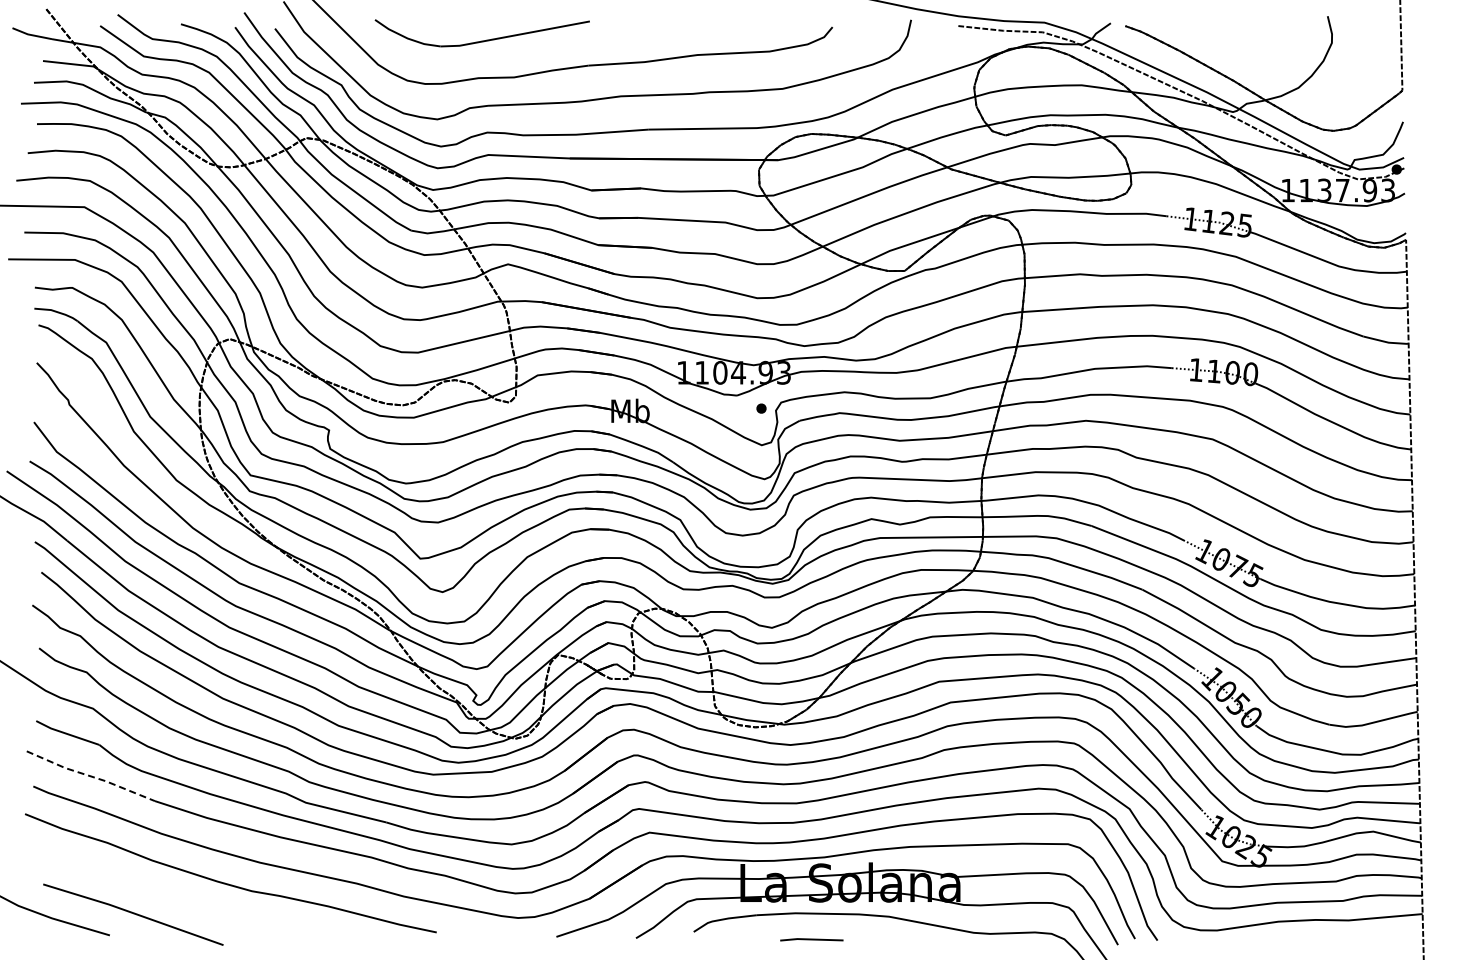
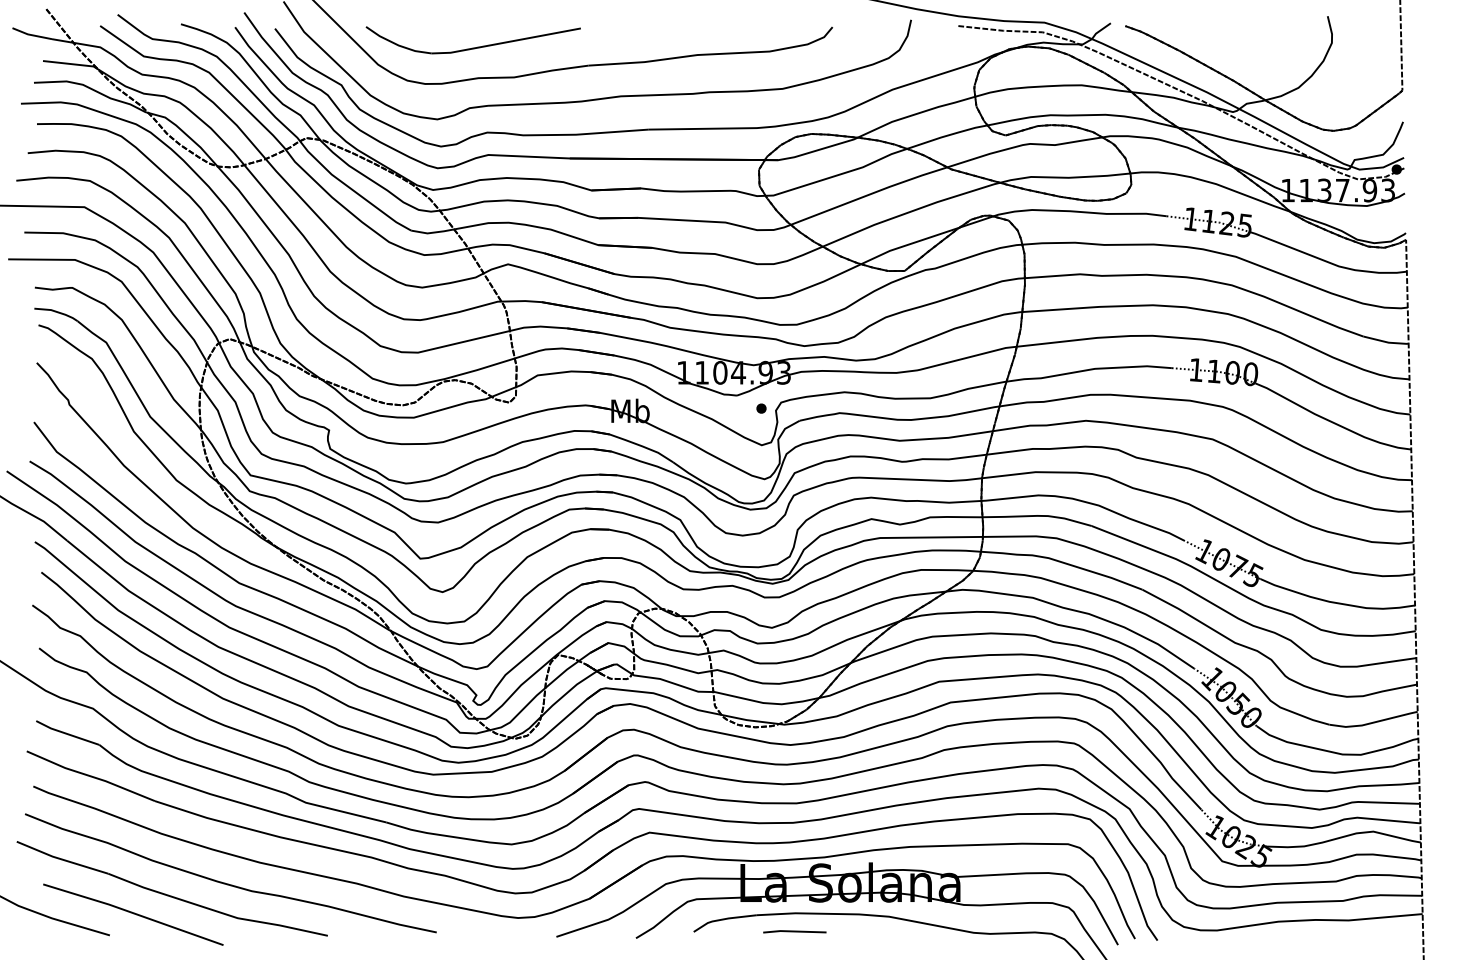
part at (481, 40) position: (481, 40) -> (472, 47)
line at (90, 776): dashed -> solid
part at (168, 894): none -> present
line at (811, 939) position: (811, 939) -> (794, 931)
